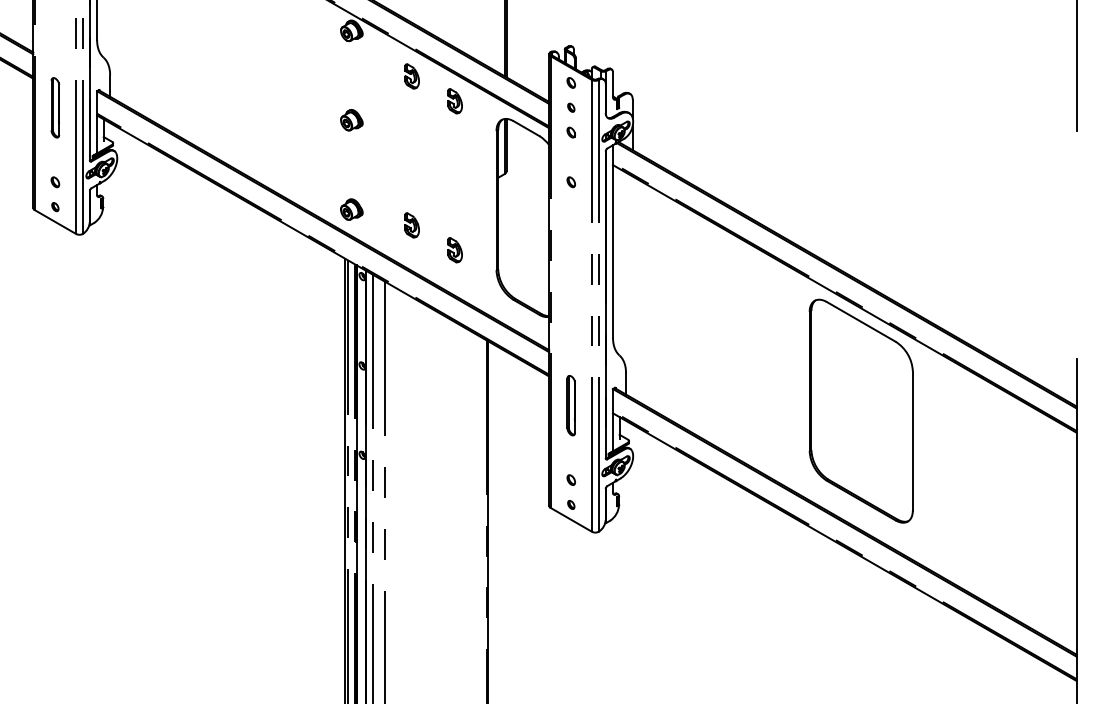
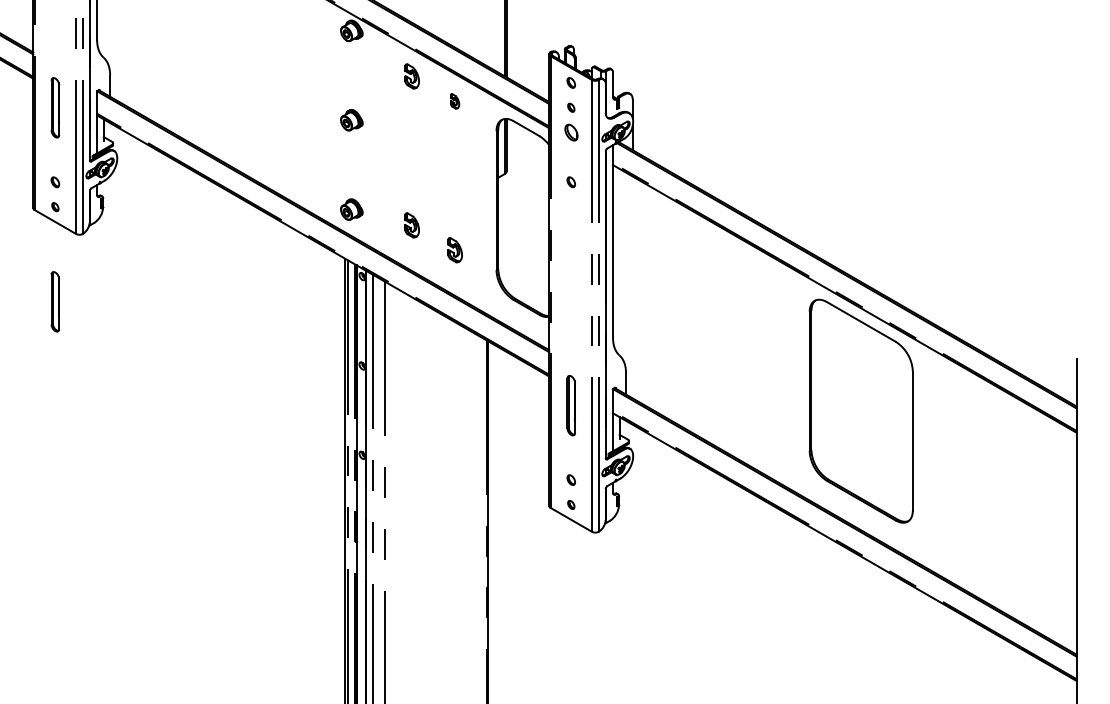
line at (1076, 66): present -> none
part at (454, 101) size: 16x27 px -> 11x17 px
part at (570, 132) size: 10x13 px -> 15x19 px
part at (55, 301): none -> present
